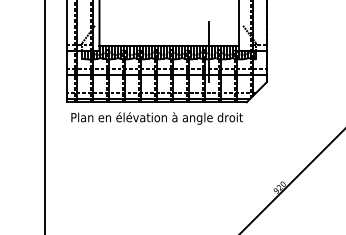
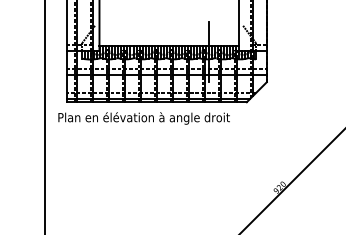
text at (156, 118) position: (156, 118) -> (143, 118)
